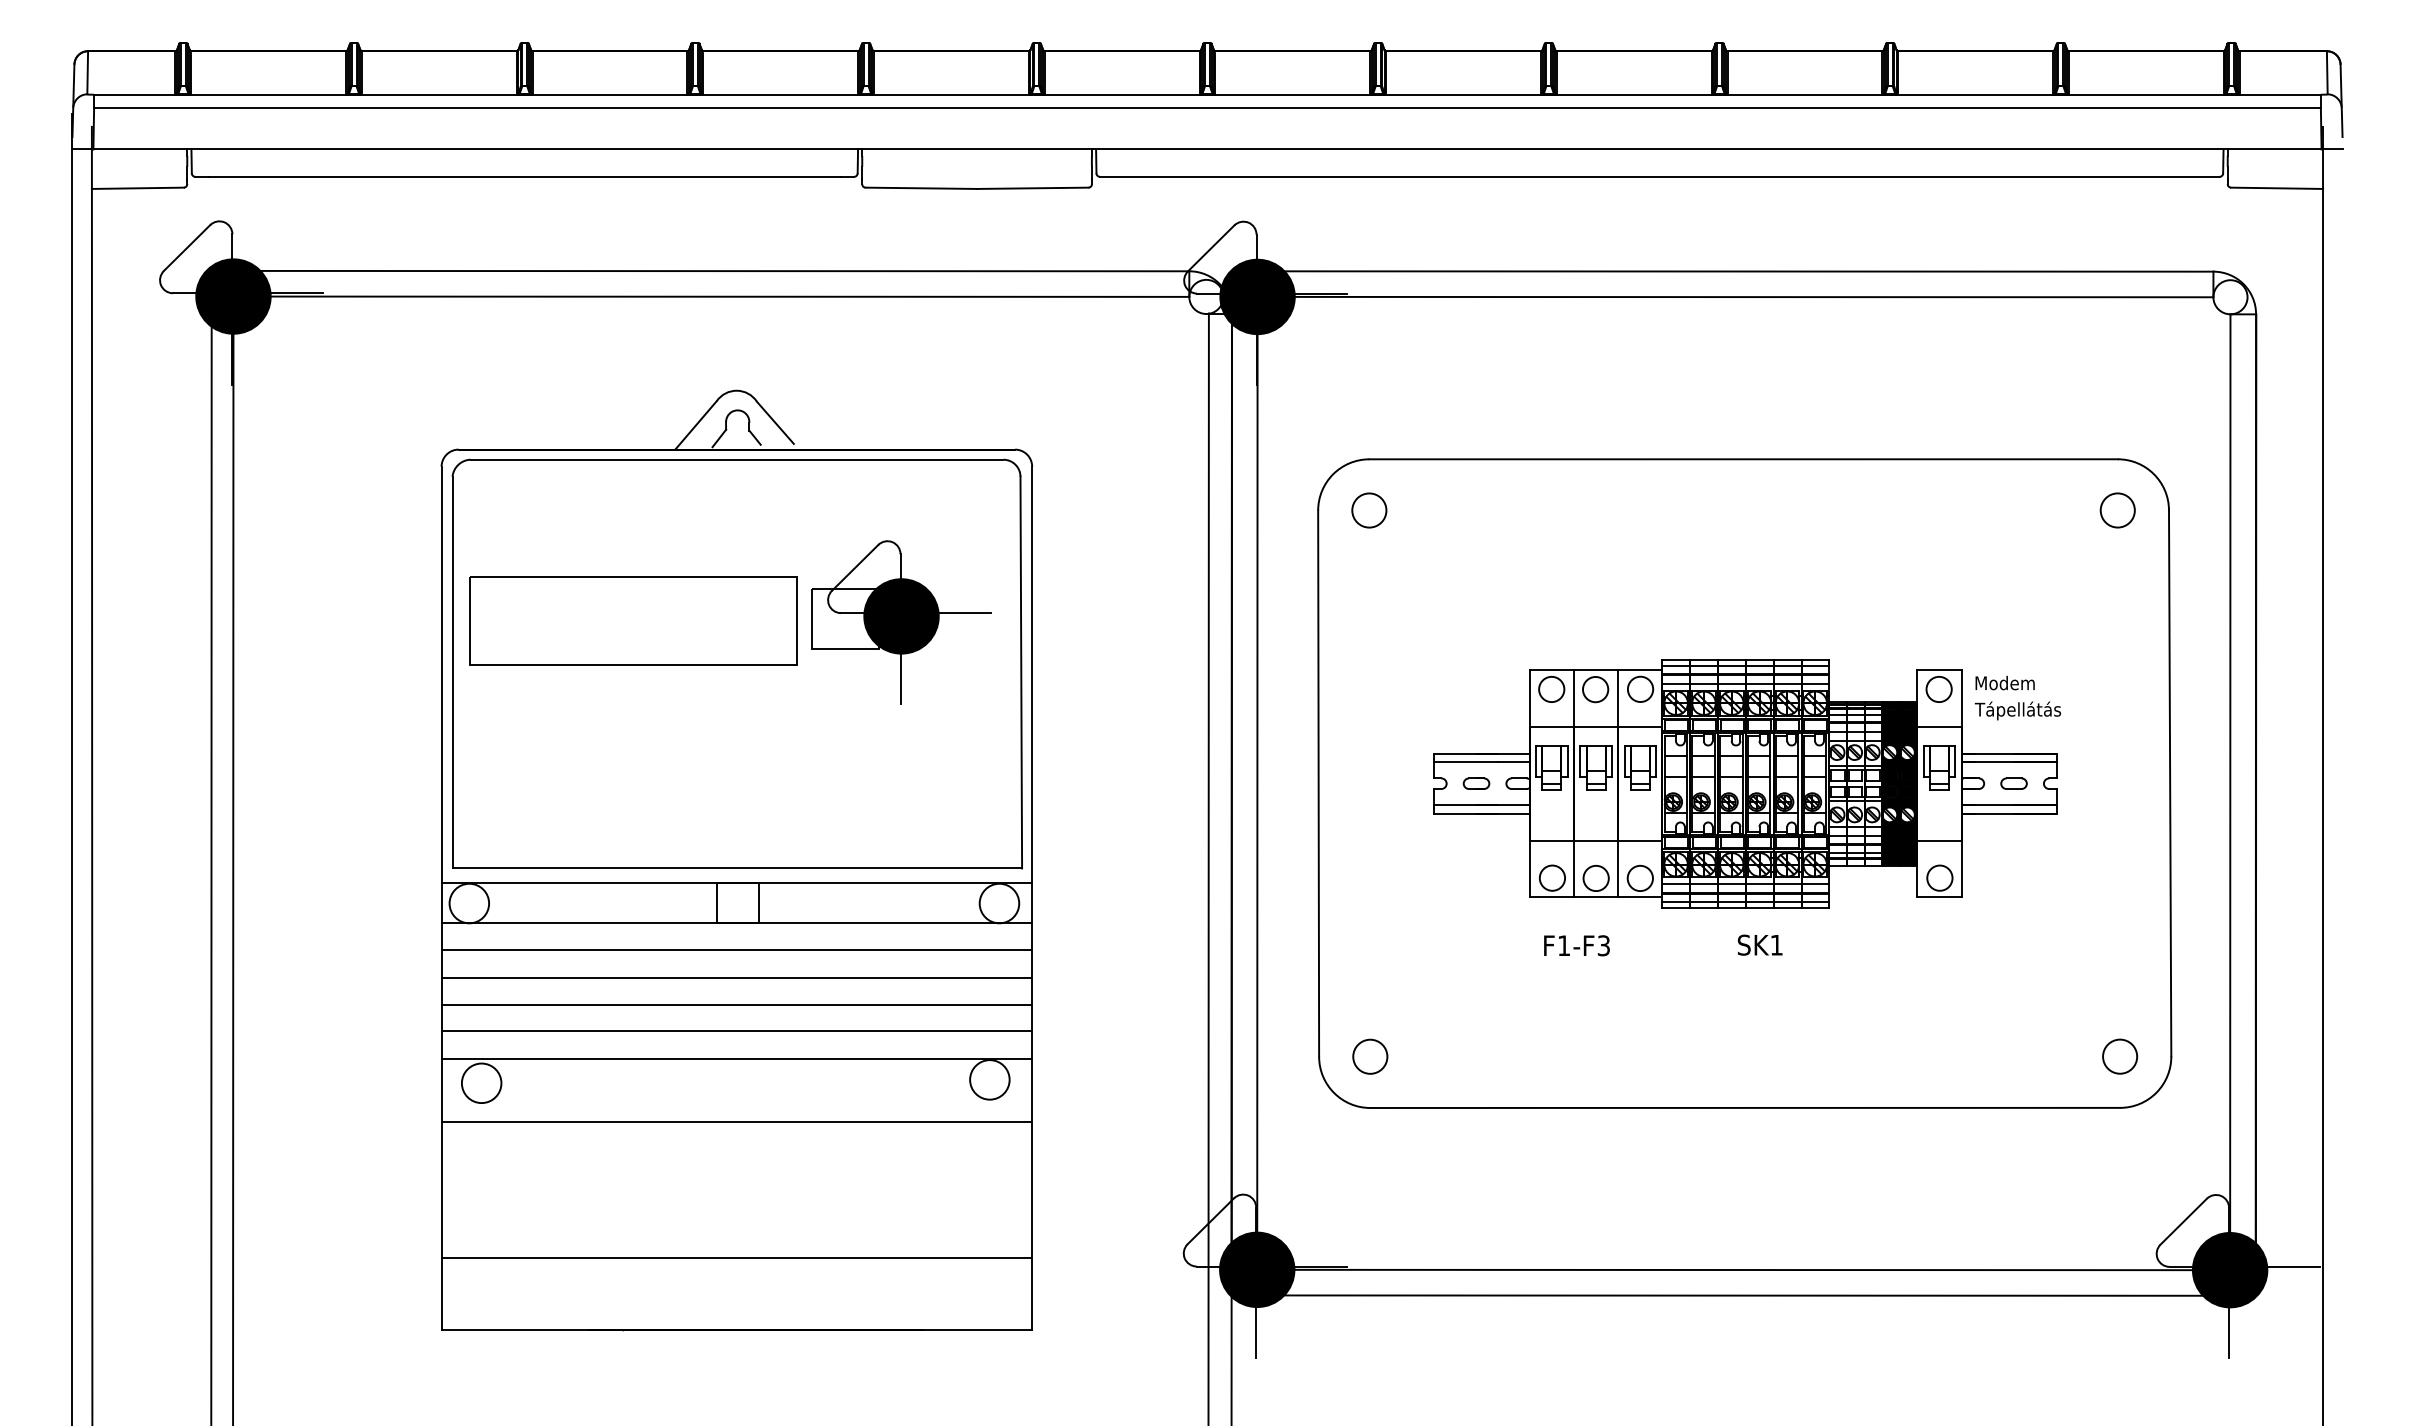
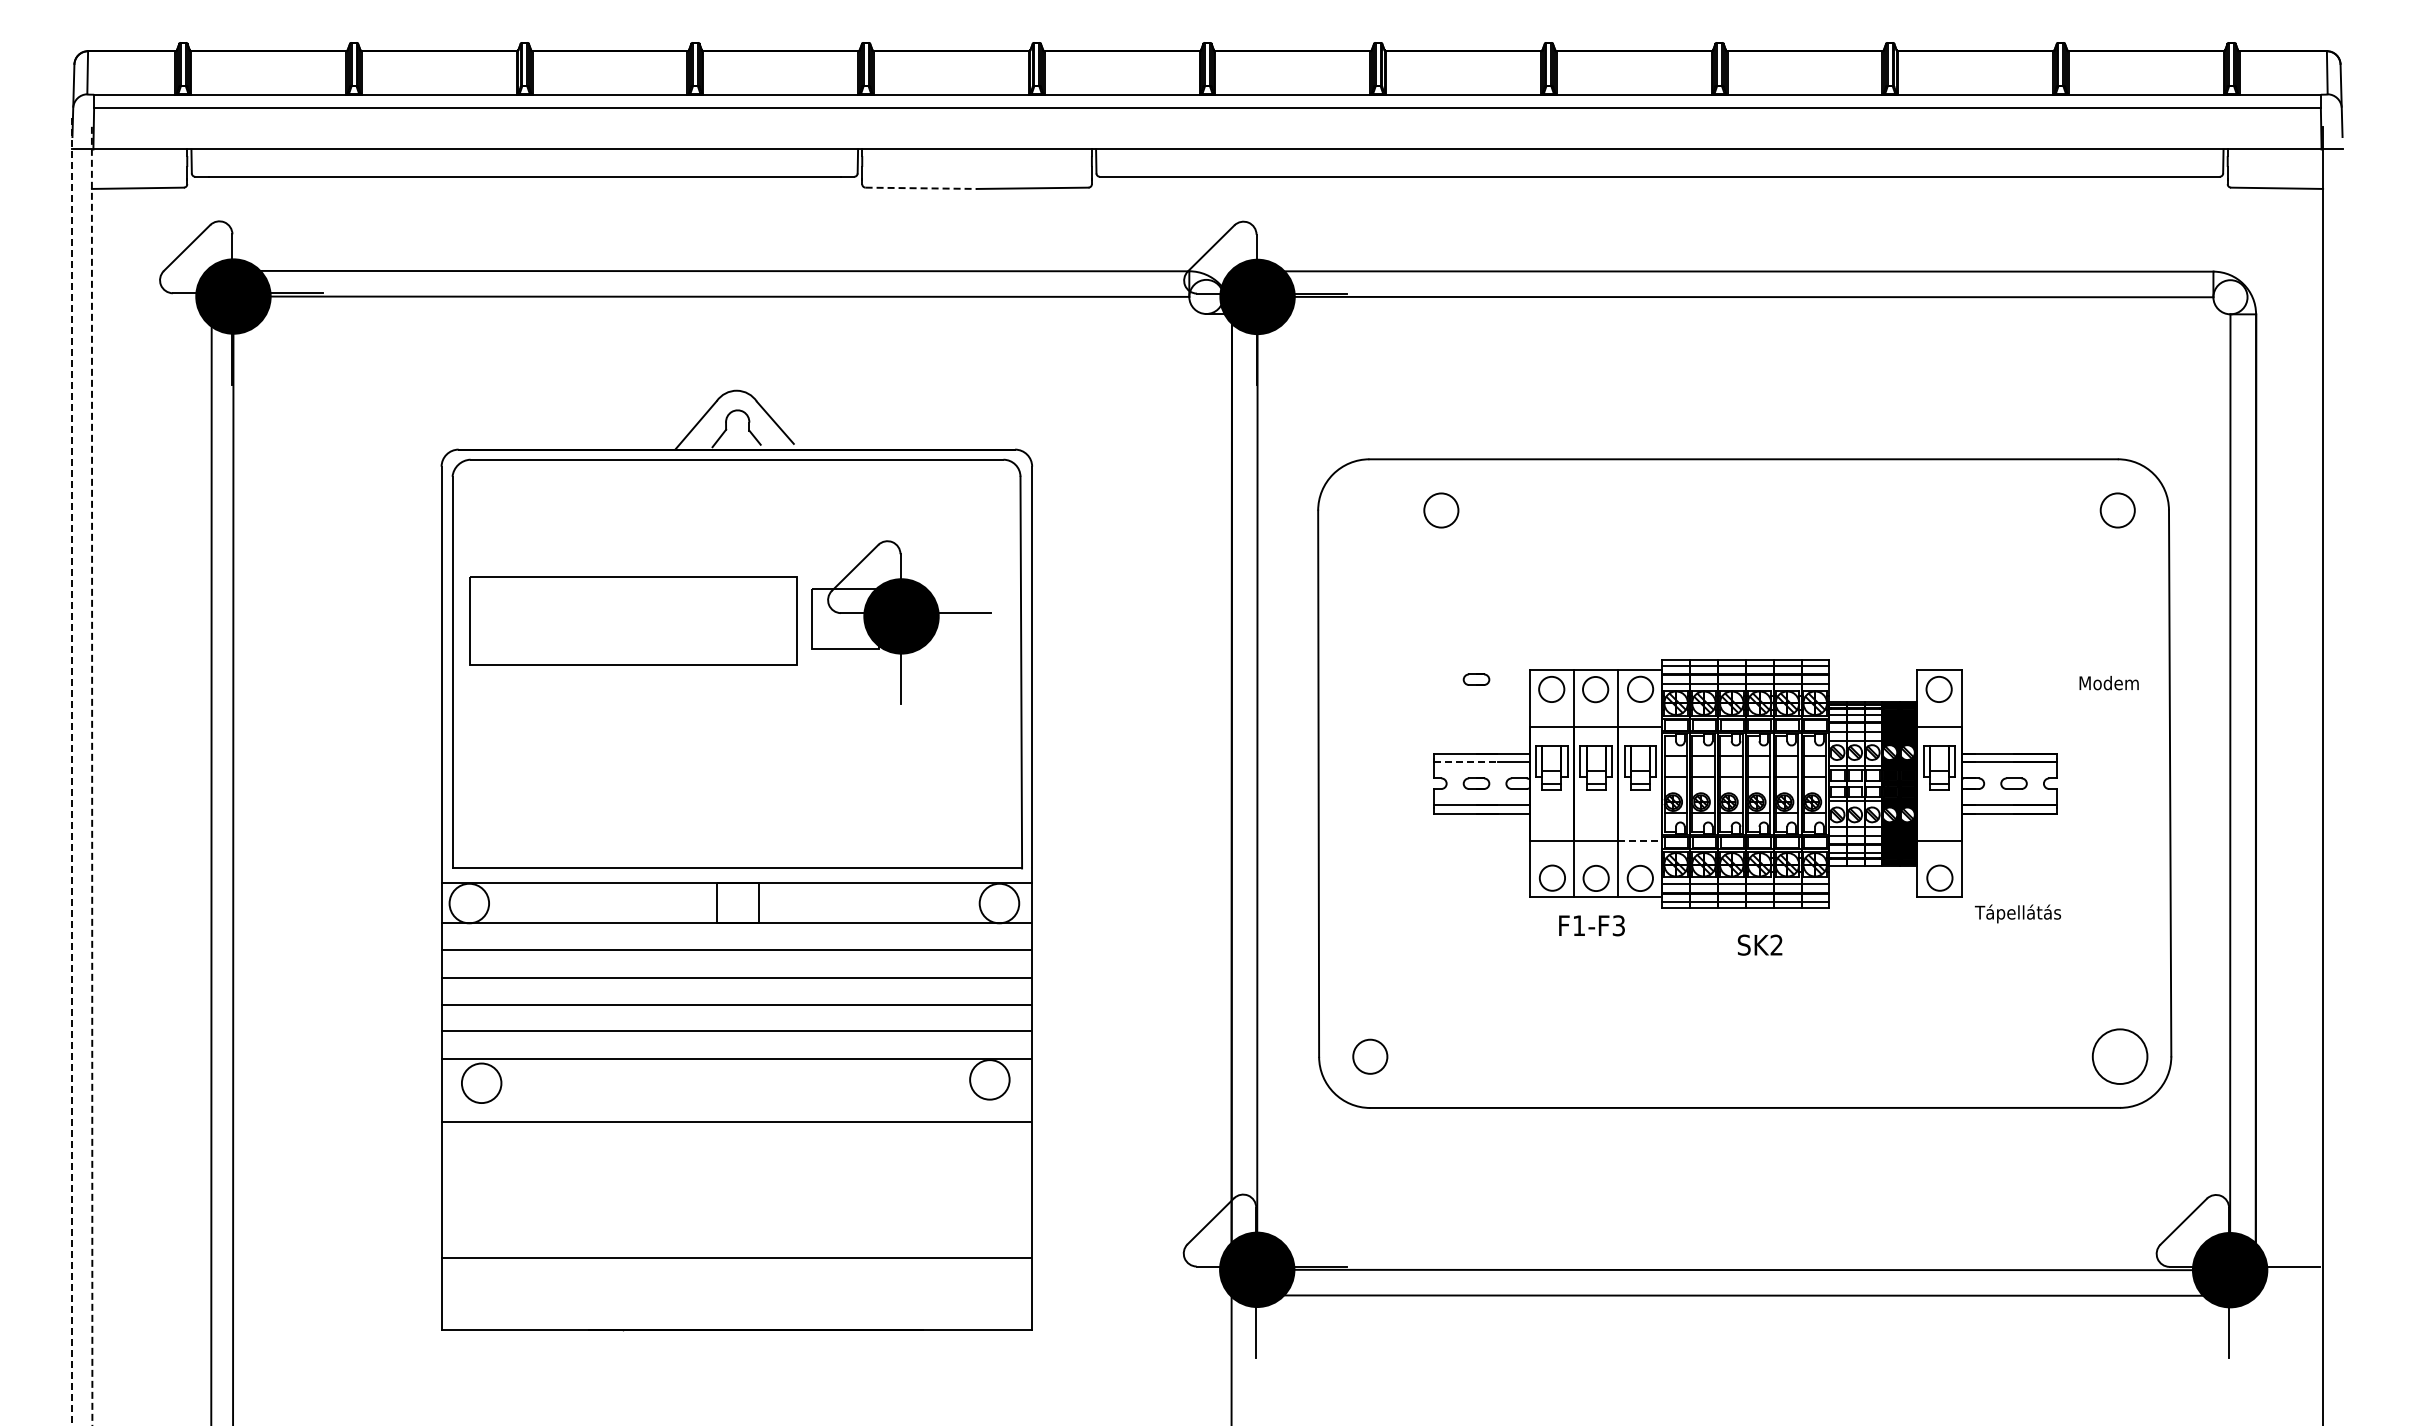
line at (921, 188): solid -> dashed
circle at (1369, 510) position: (1369, 510) -> (1441, 510)
part at (1476, 679): none -> present
text at (2004, 682) position: (2004, 682) -> (2108, 682)
text at (2017, 710) position: (2017, 710) -> (2017, 913)
line at (1466, 762): solid -> dashed
line at (72, 769): solid -> dashed
line at (92, 776): solid -> dashed
line at (1640, 840): solid -> dashed
line at (1208, 867): present -> none
text at (1776, 944): SK1 -> SK2
text at (1576, 945) position: (1576, 945) -> (1591, 925)
circle at (2120, 1056) diameter: 34 px -> 55 px
